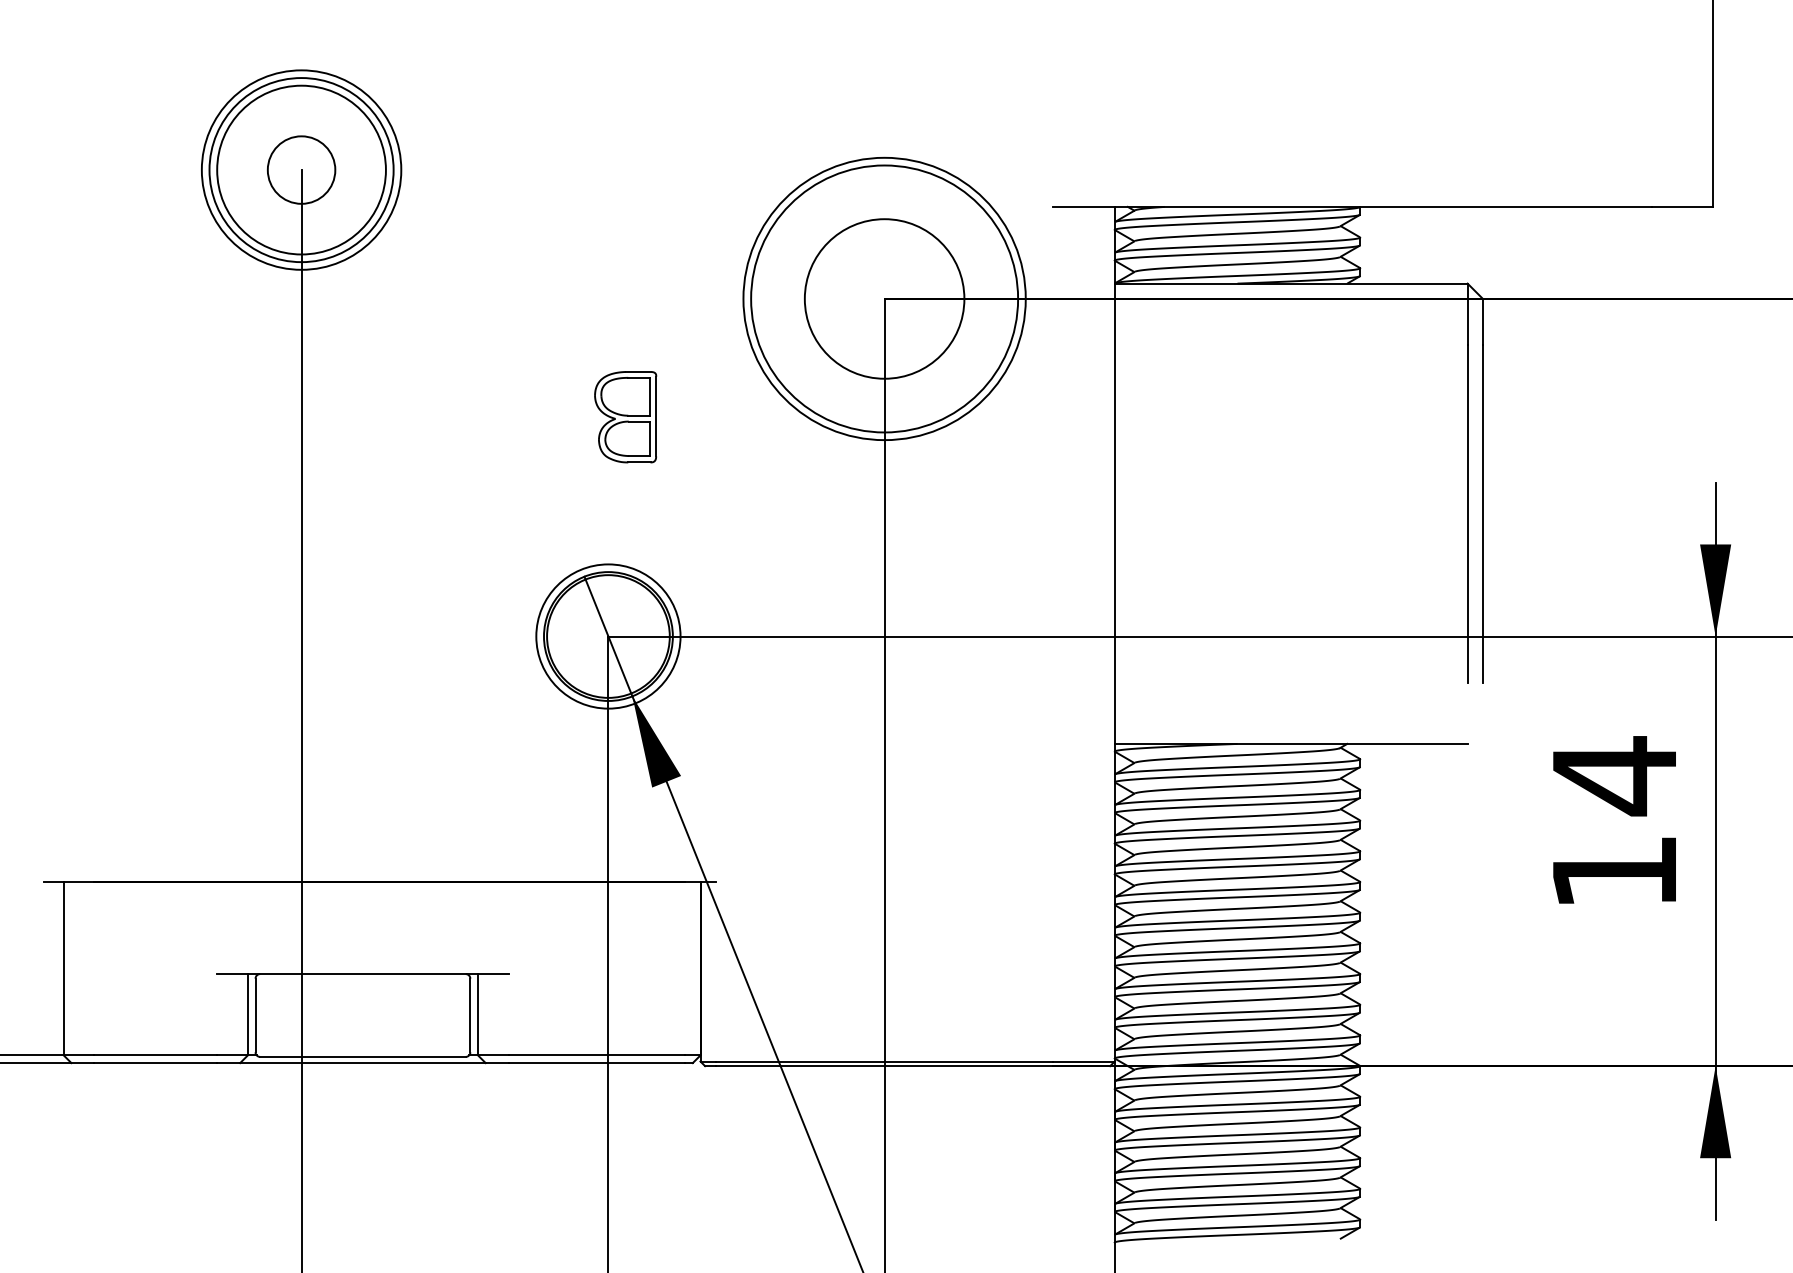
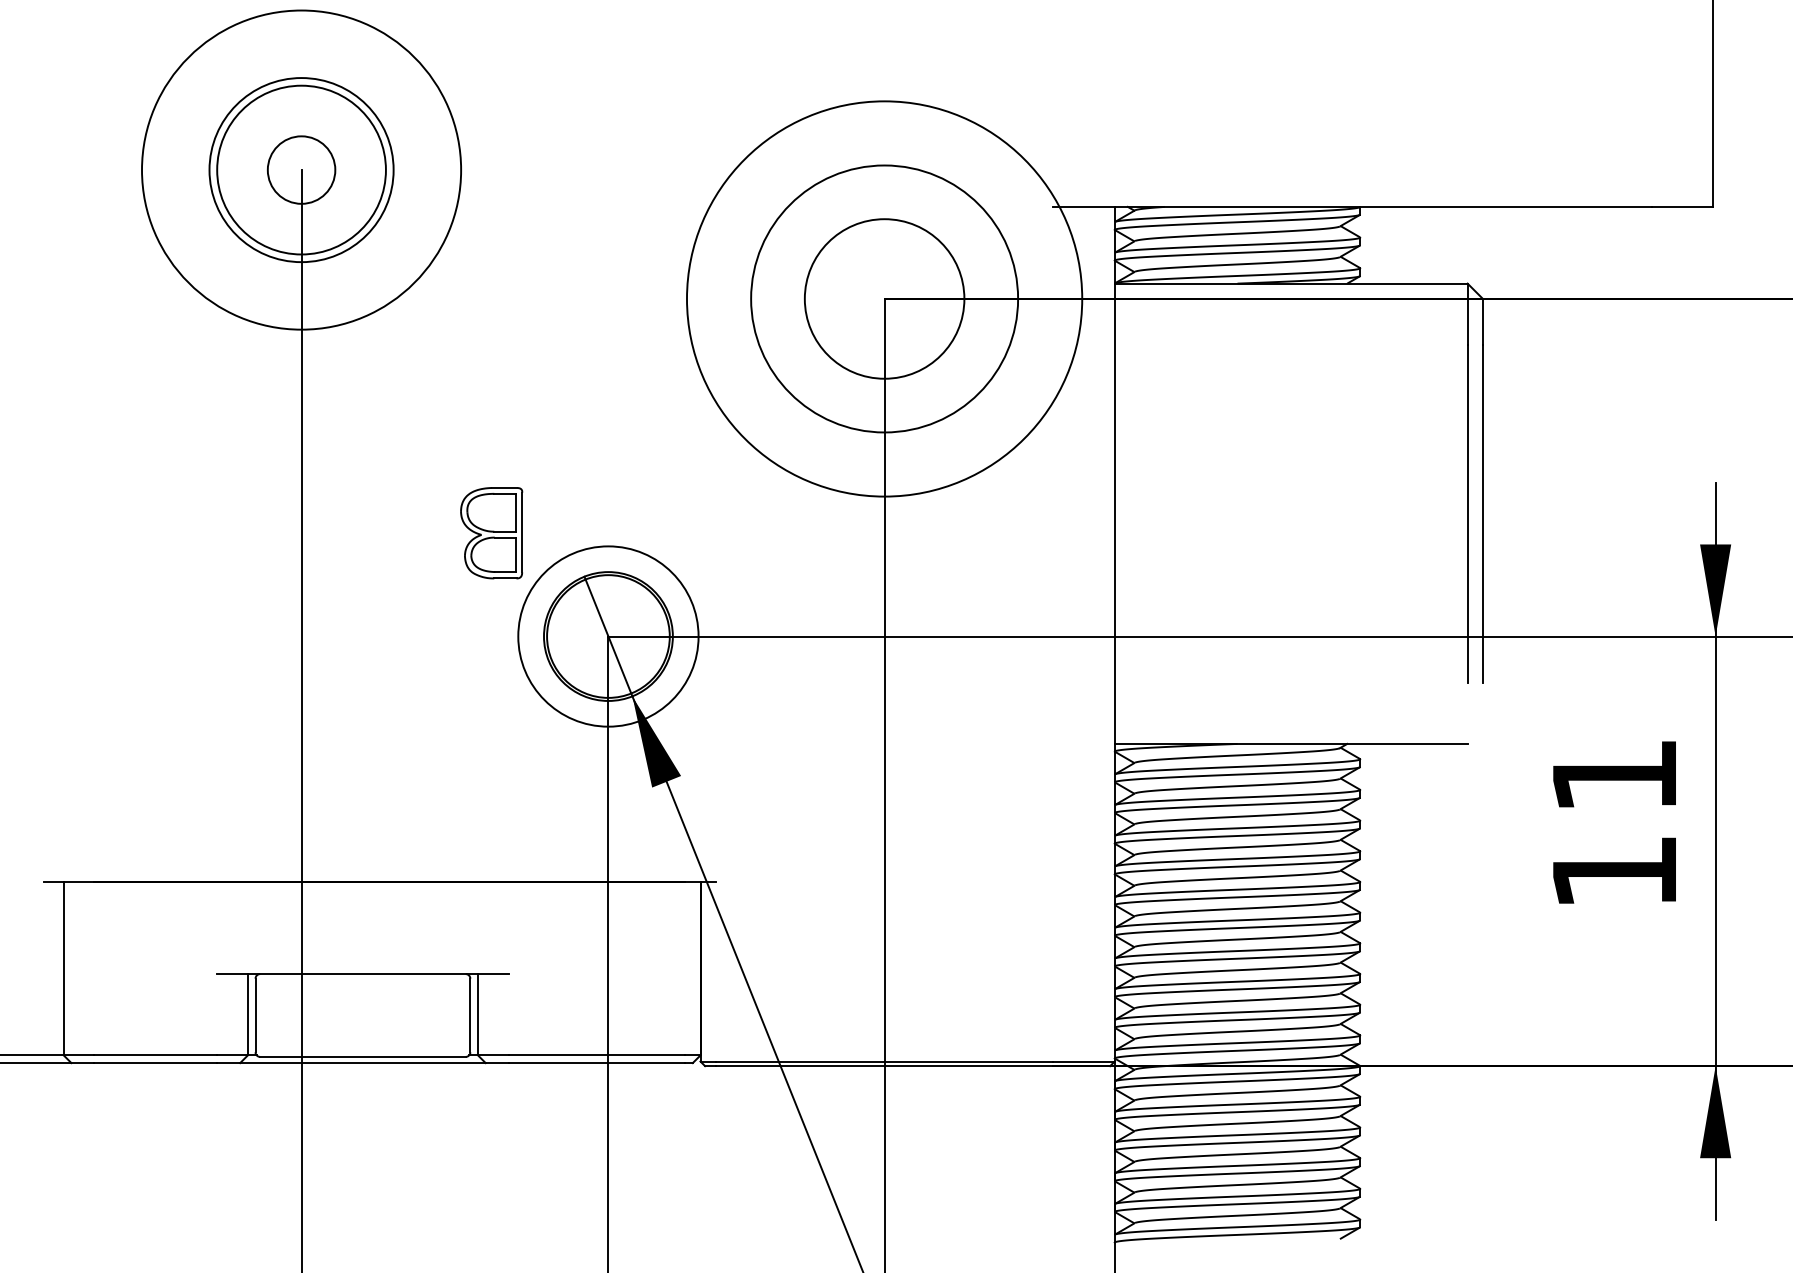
circle at (301, 169) diameter: 199 px -> 319 px
circle at (884, 298) diameter: 282 px -> 395 px
part at (625, 417) position: (625, 417) -> (491, 533)
circle at (608, 636) diameter: 144 px -> 180 px
text at (1614, 776): 14 -> 11
